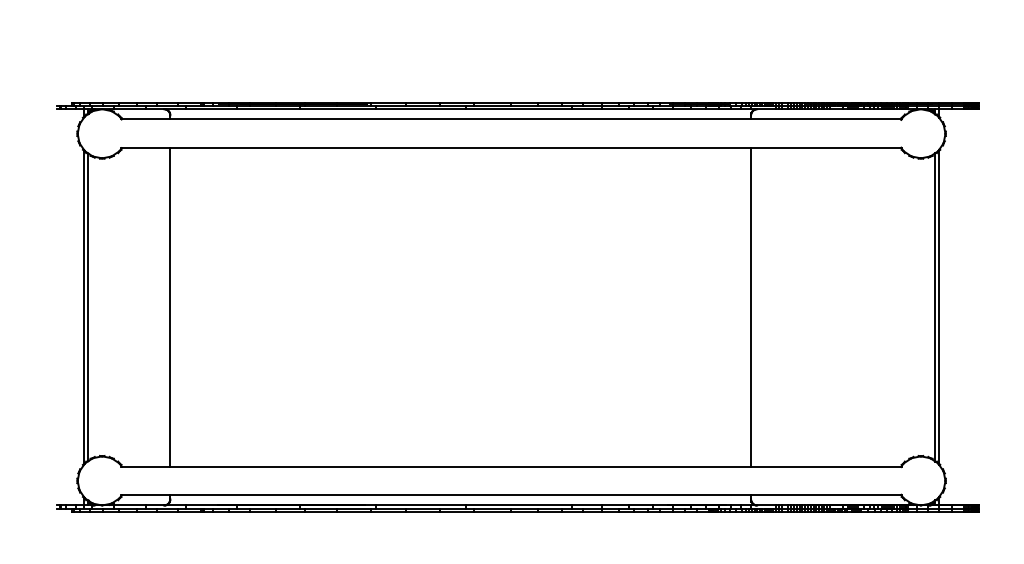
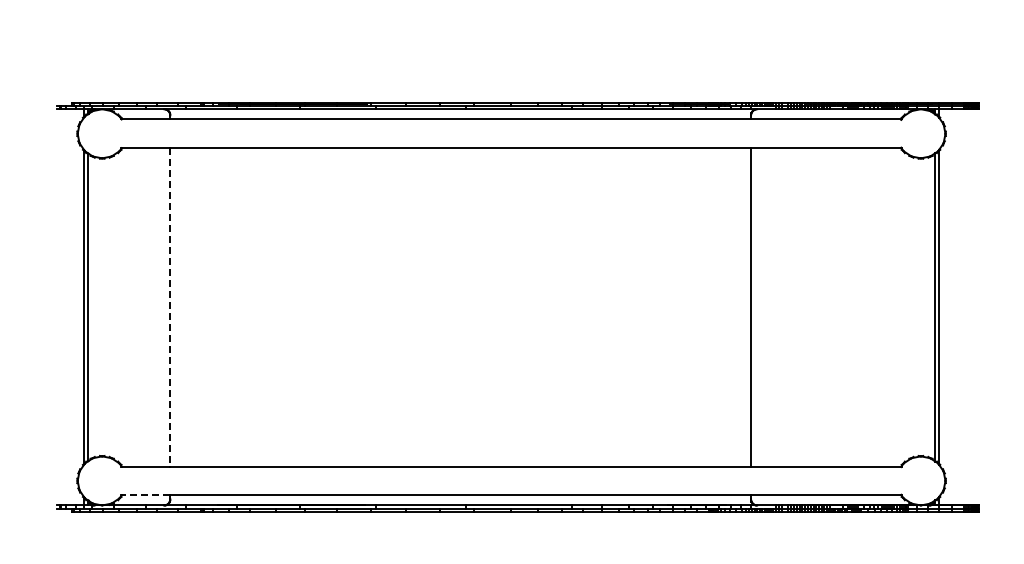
line at (170, 307): solid -> dashed
line at (145, 495): solid -> dashed
